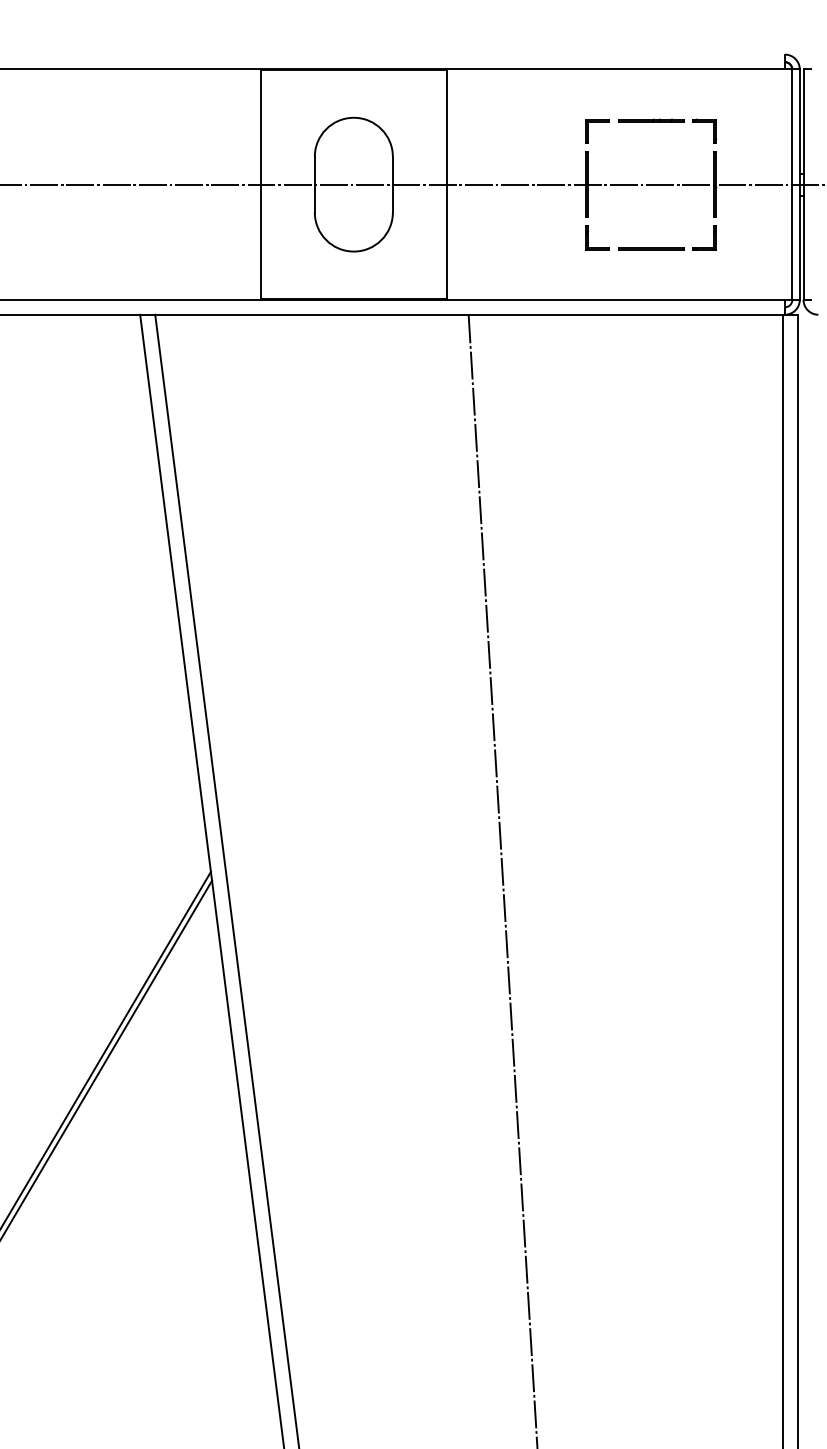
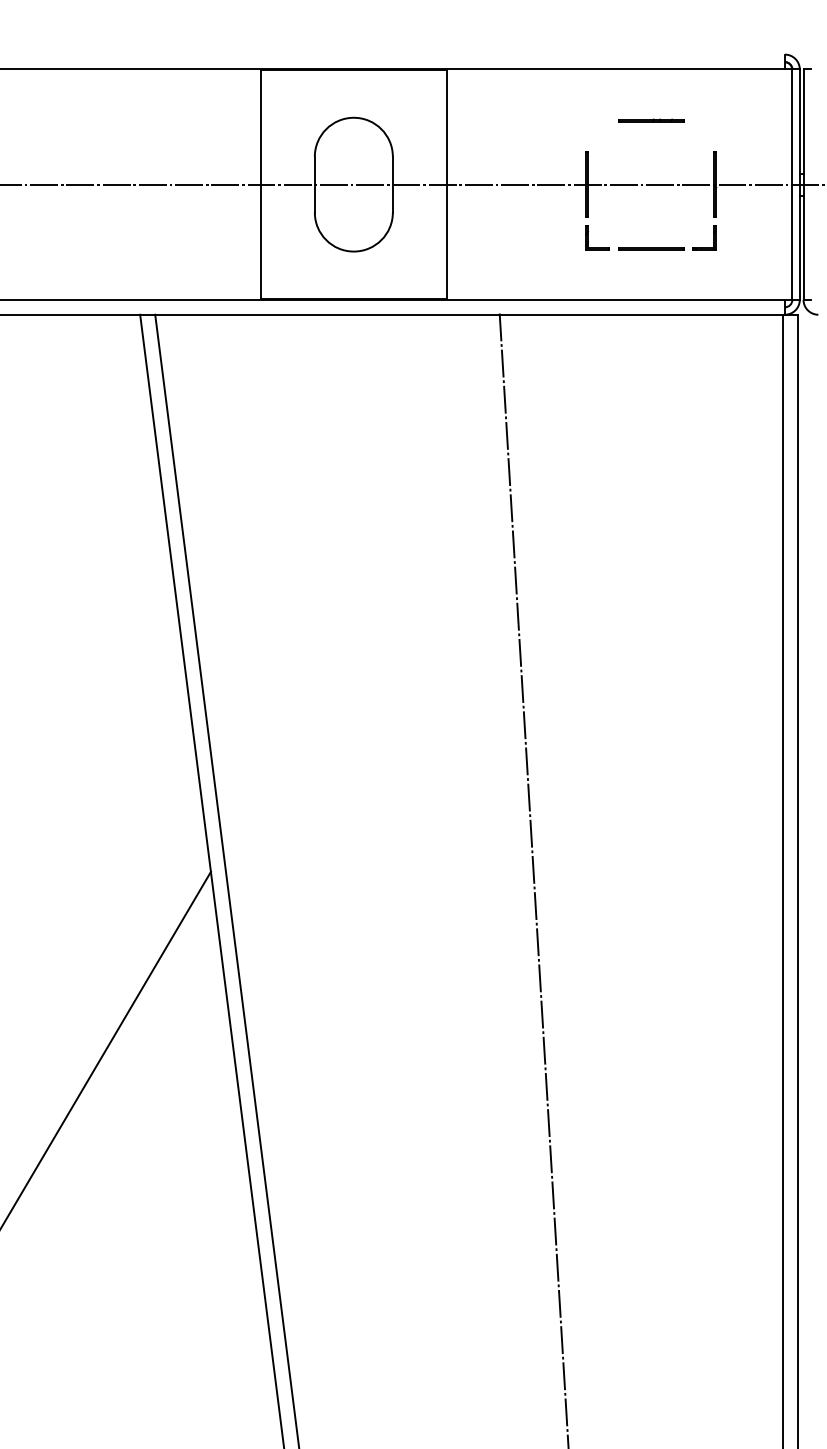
part at (597, 122): present -> none
part at (704, 122): present -> none
line at (502, 880) position: (502, 880) -> (533, 879)
line at (107, 1058): present -> none
